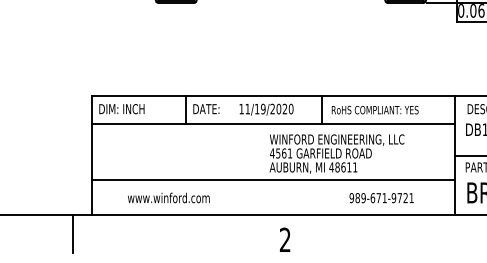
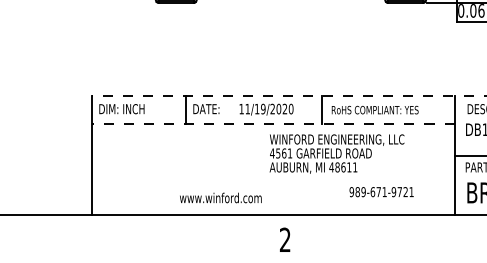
line at (288, 96): solid -> dashed
line at (272, 123): solid -> dashed
line at (272, 180): present -> none
text at (168, 197) position: (168, 197) -> (220, 197)
text at (381, 198) position: (381, 198) -> (381, 192)
line at (72, 233): present -> none
